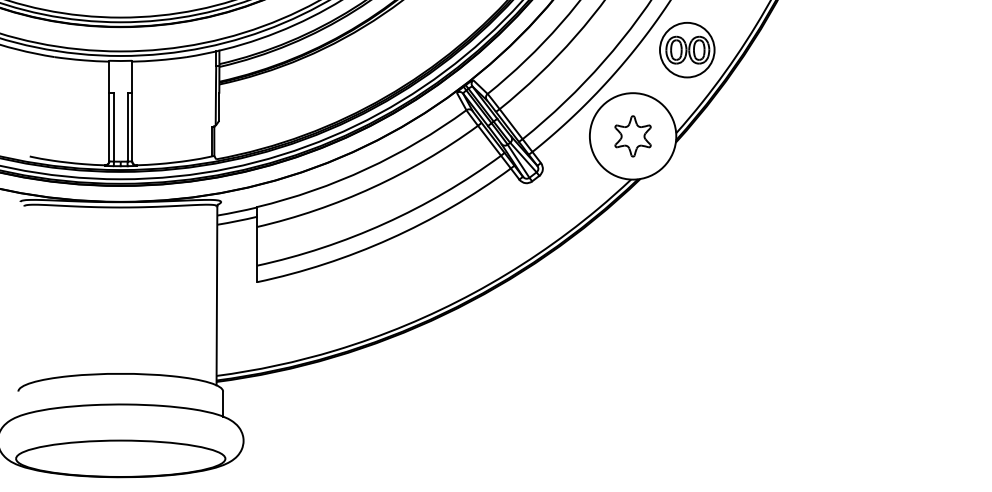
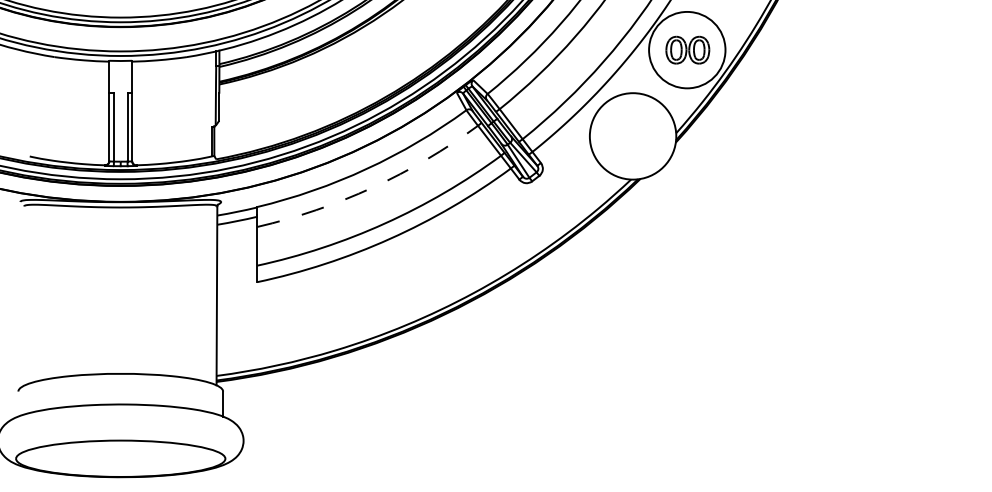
circle at (686, 49) diameter: 55 px -> 76 px
part at (632, 136): present -> none
arc at (372, 187): solid -> dashed
